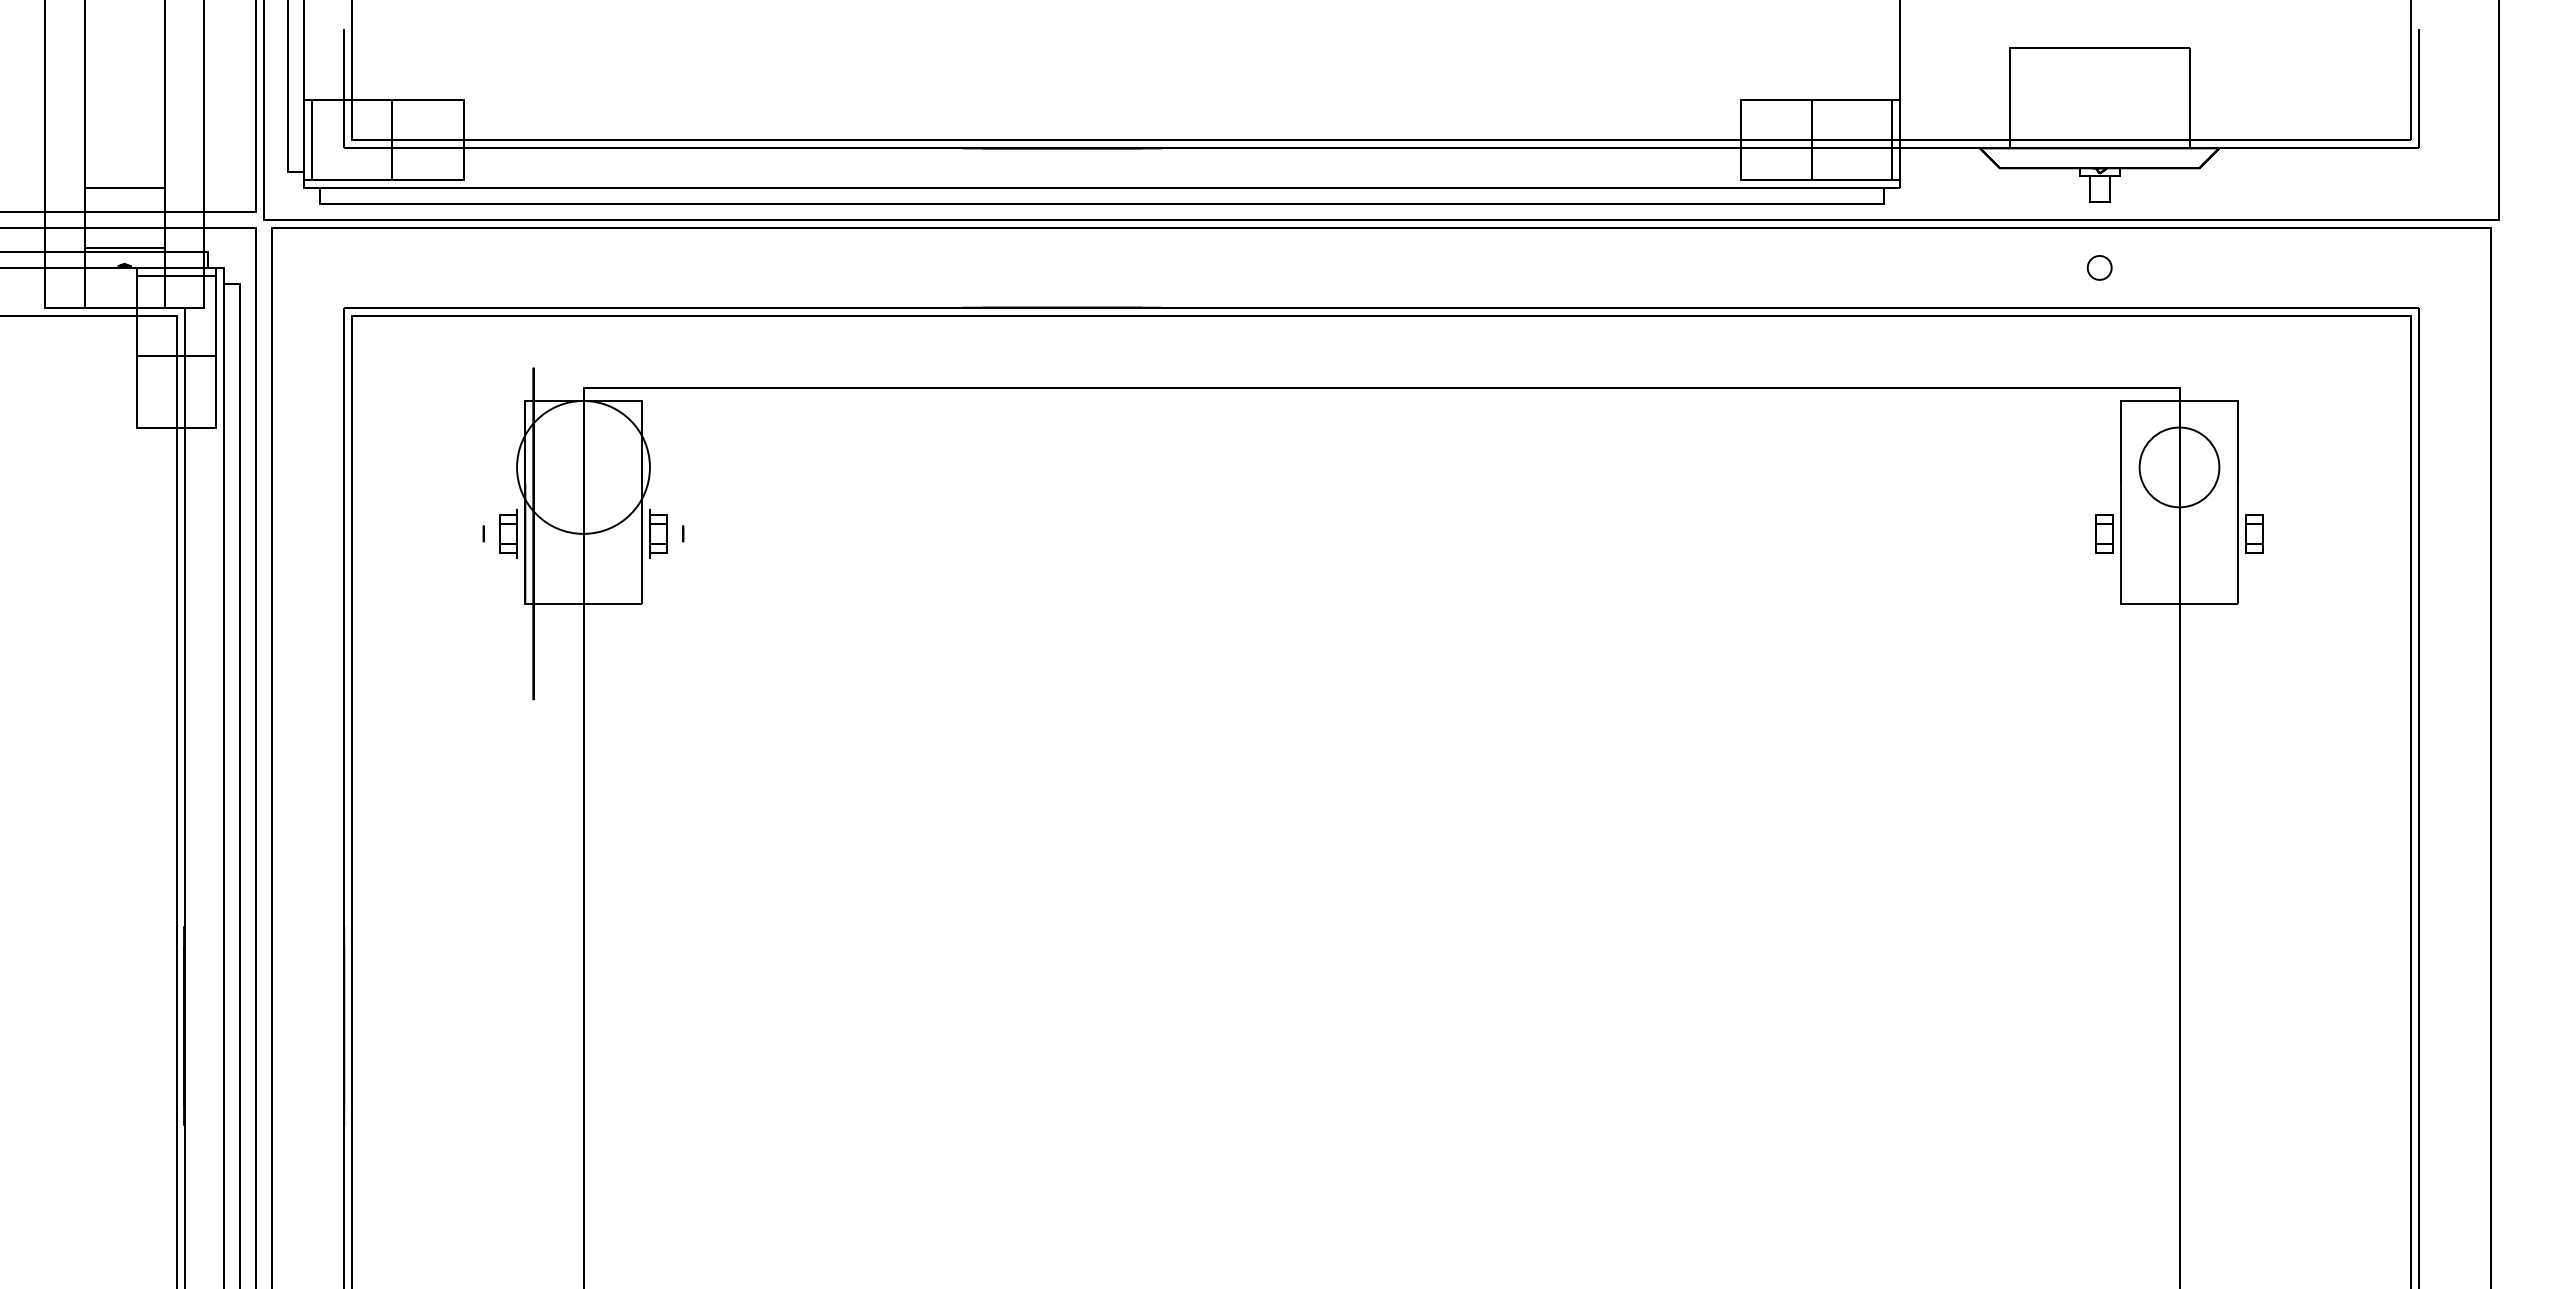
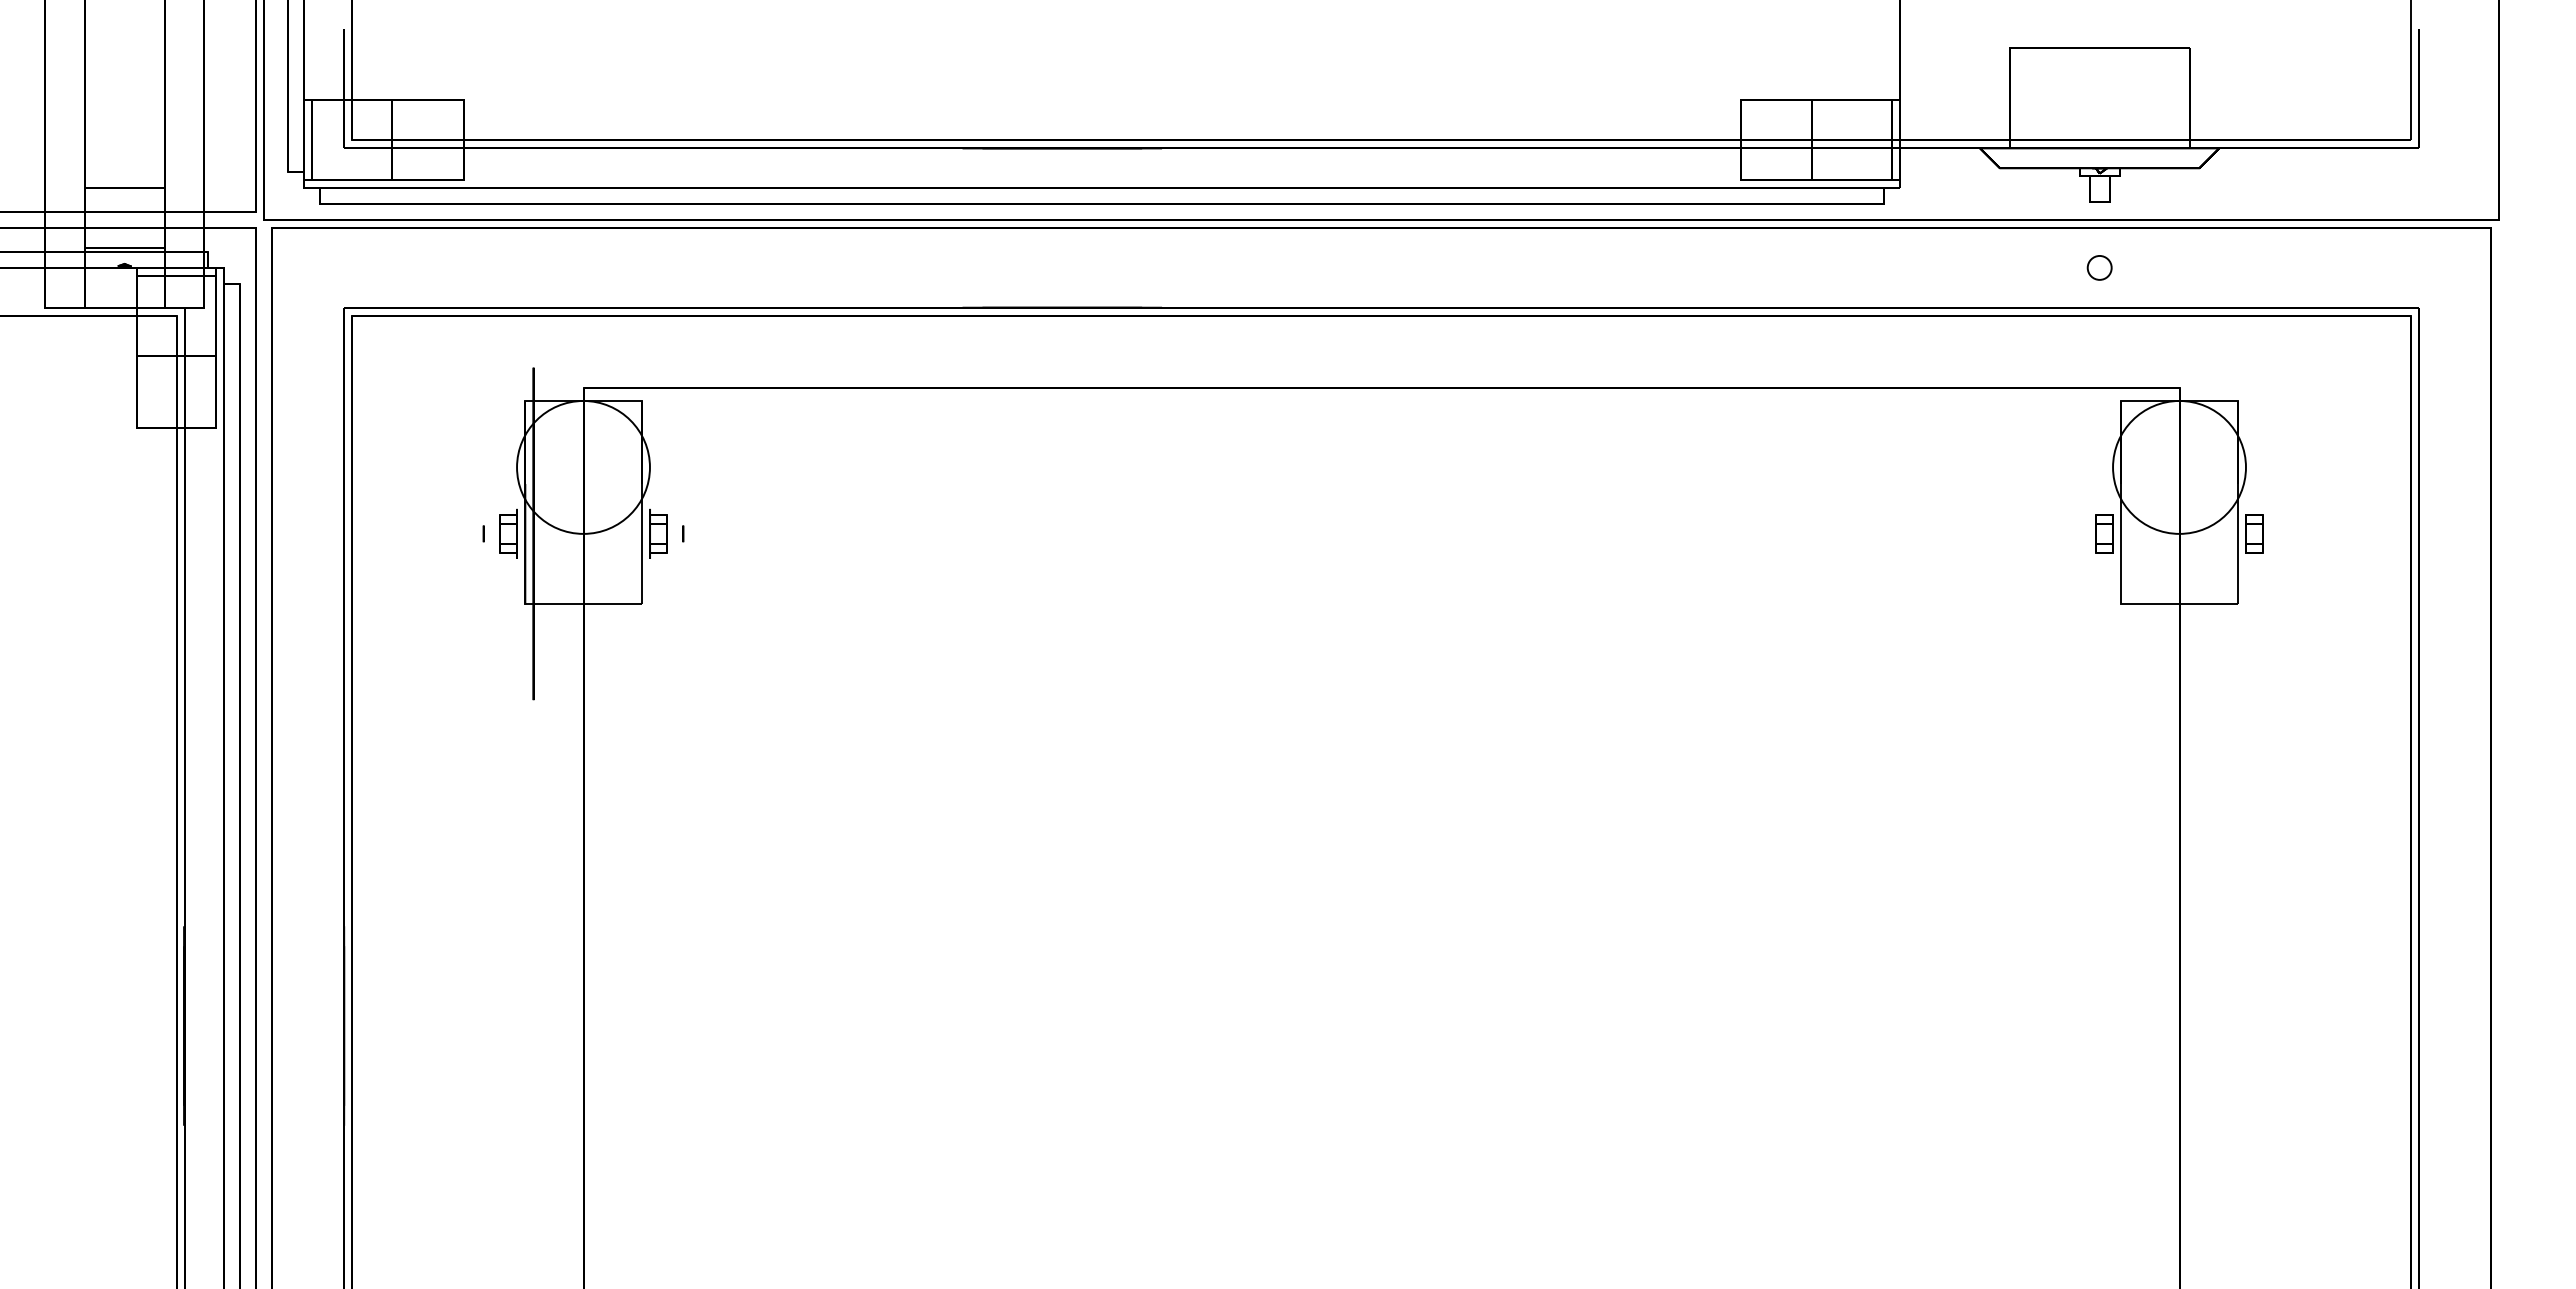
circle at (2179, 467) diameter: 80 px -> 133 px
